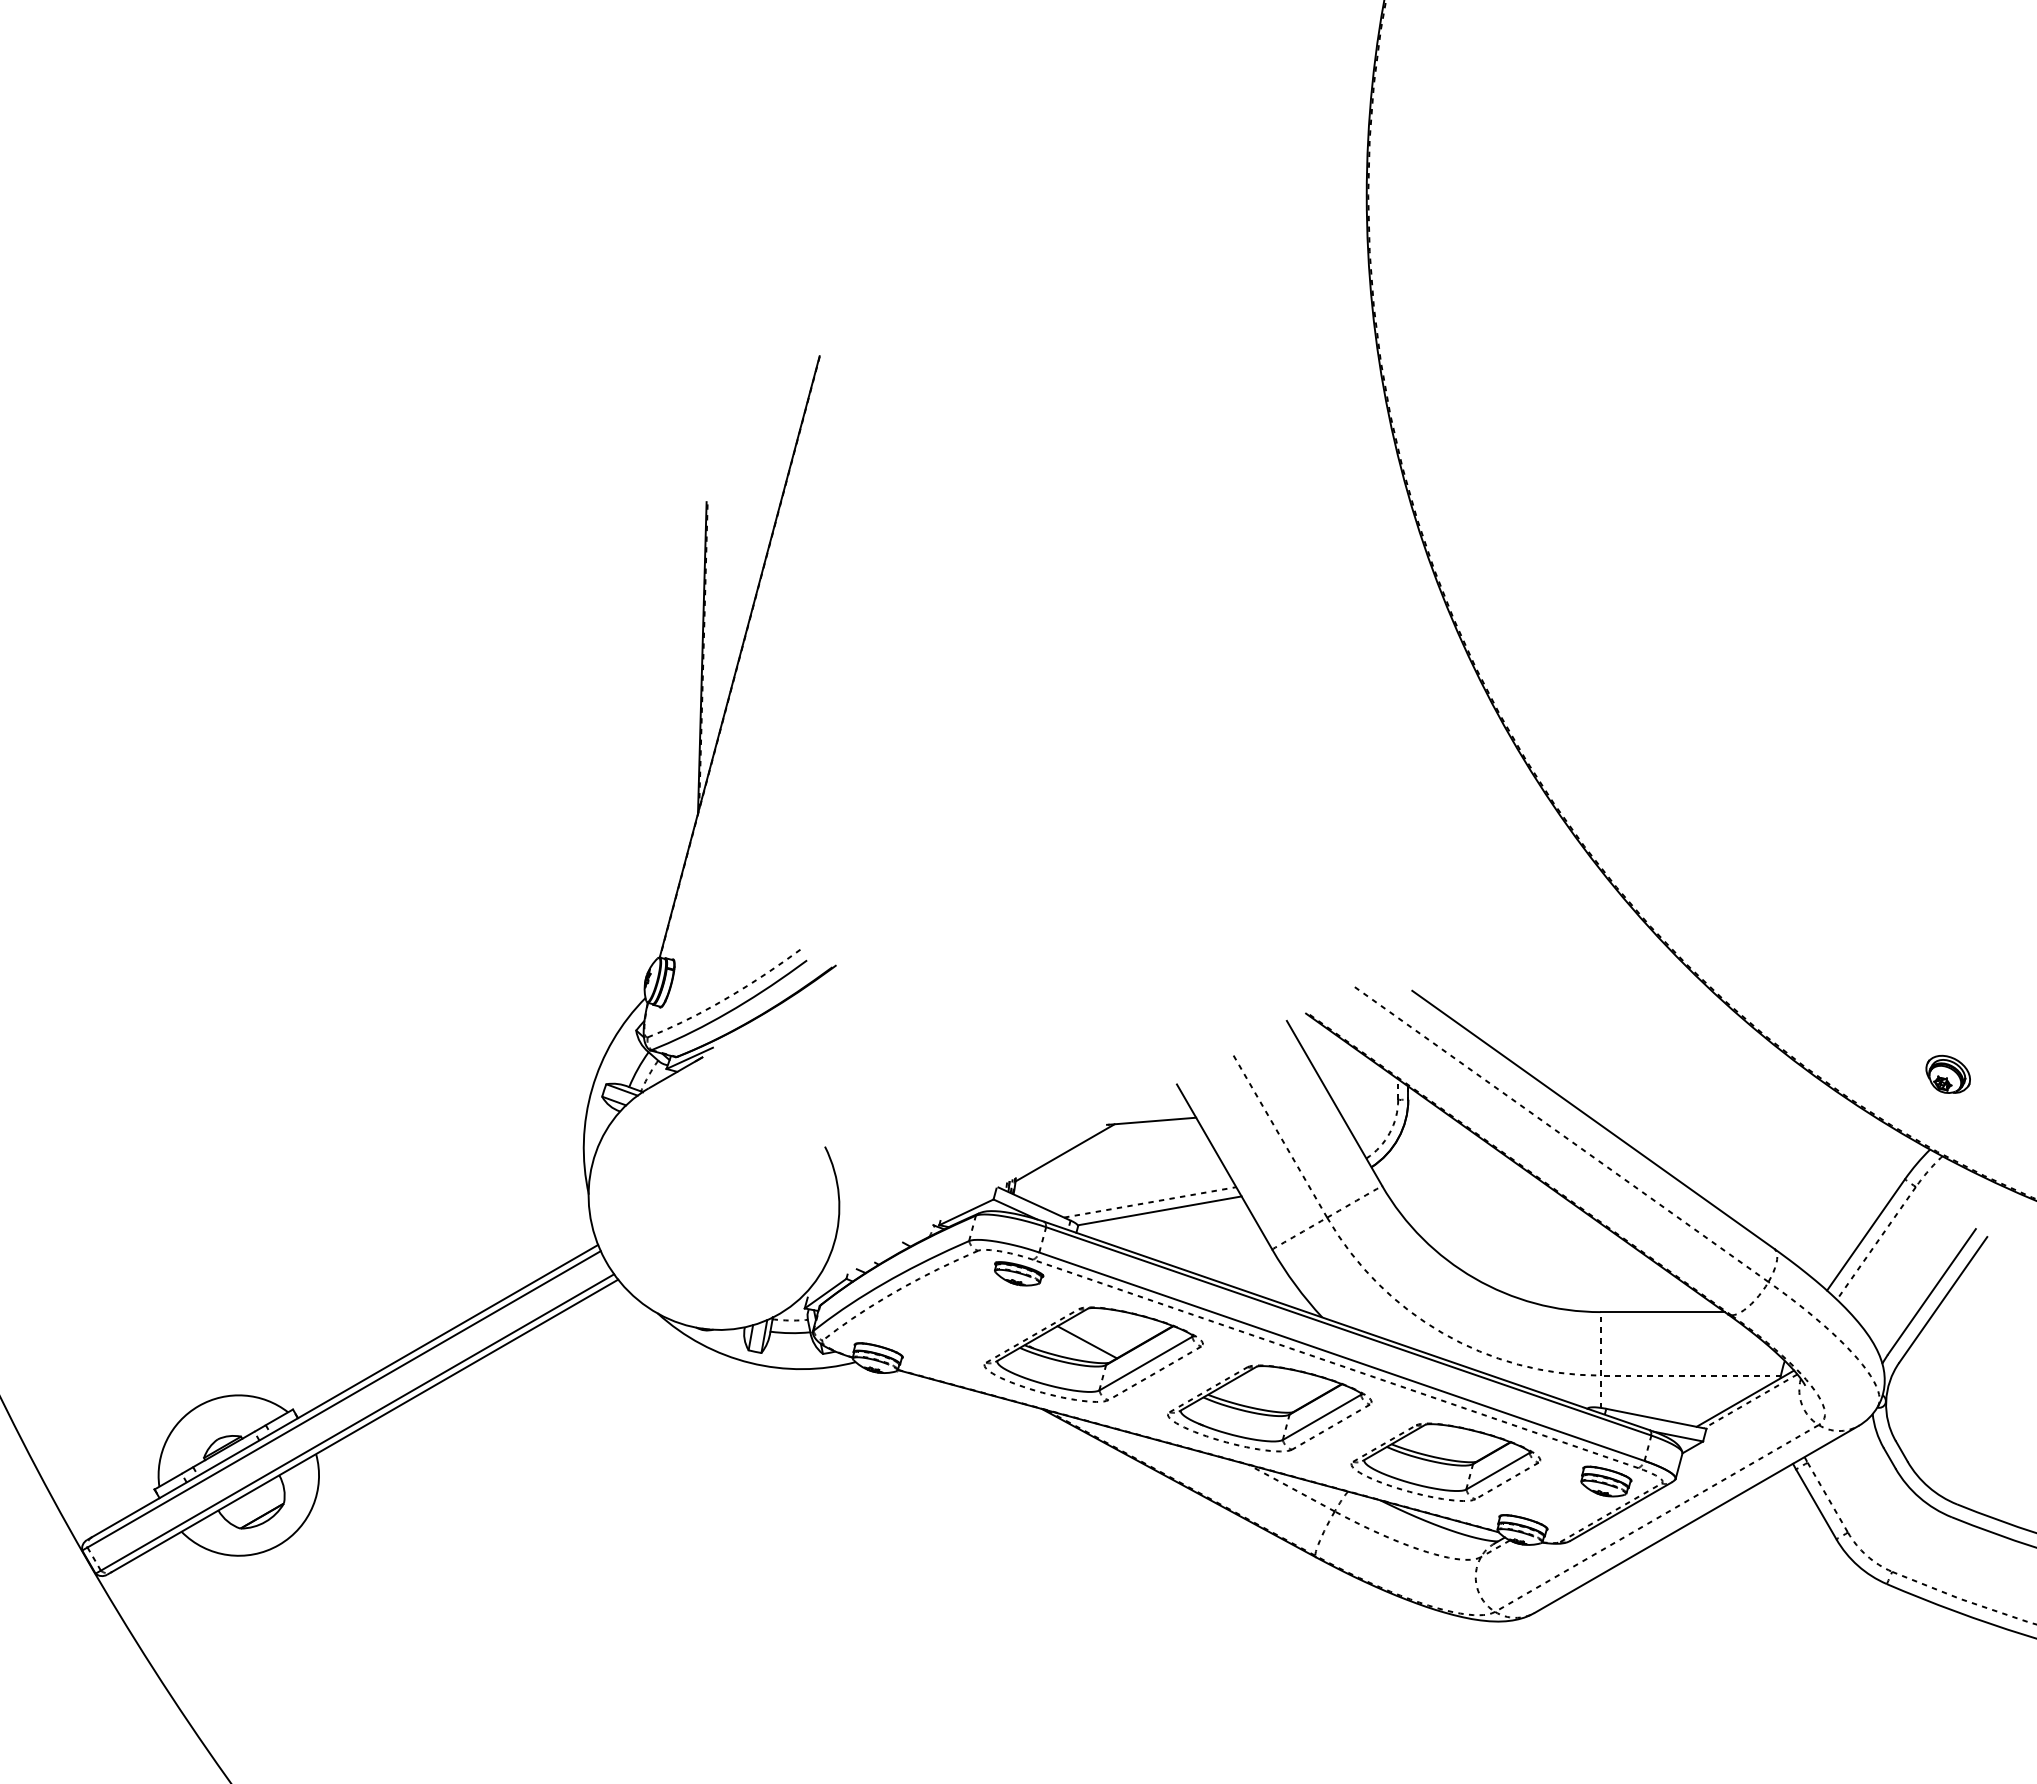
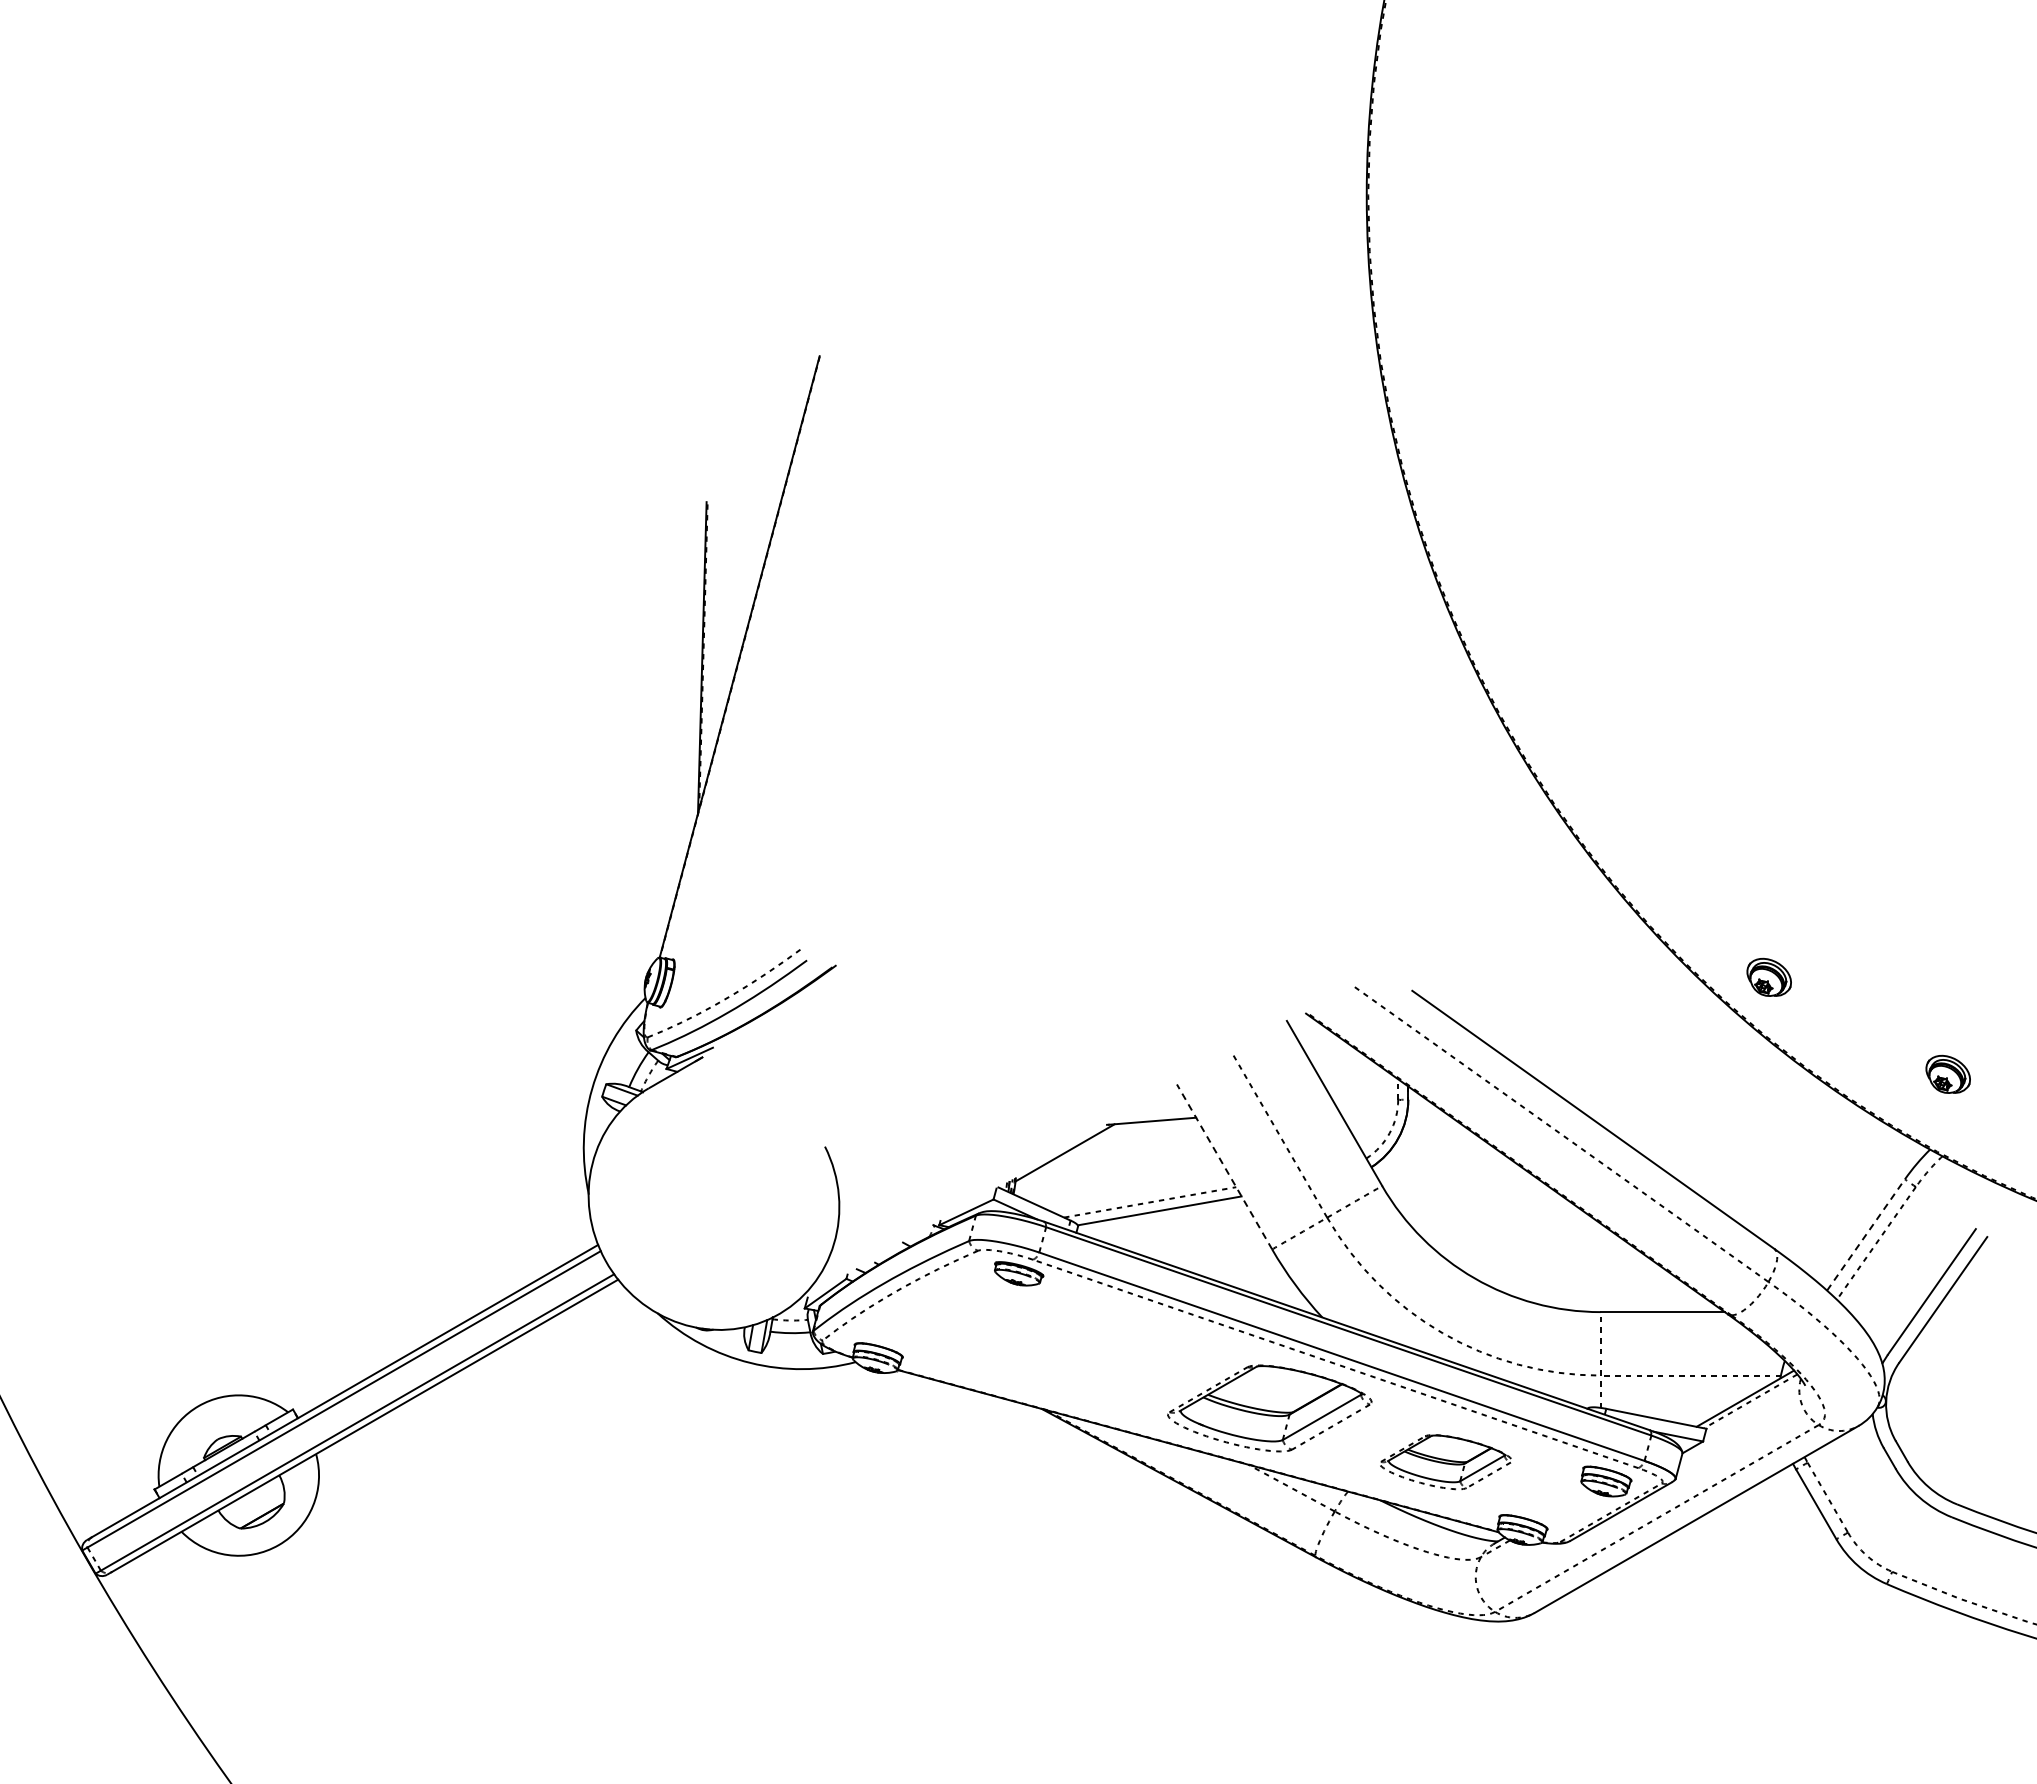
part at (1768, 976): none -> present
line at (1224, 1166): solid -> dashed
line at (1865, 1235): solid -> dashed
part at (1093, 1354): present -> none
part at (1445, 1461) size: 192x80 px -> 132x57 px
